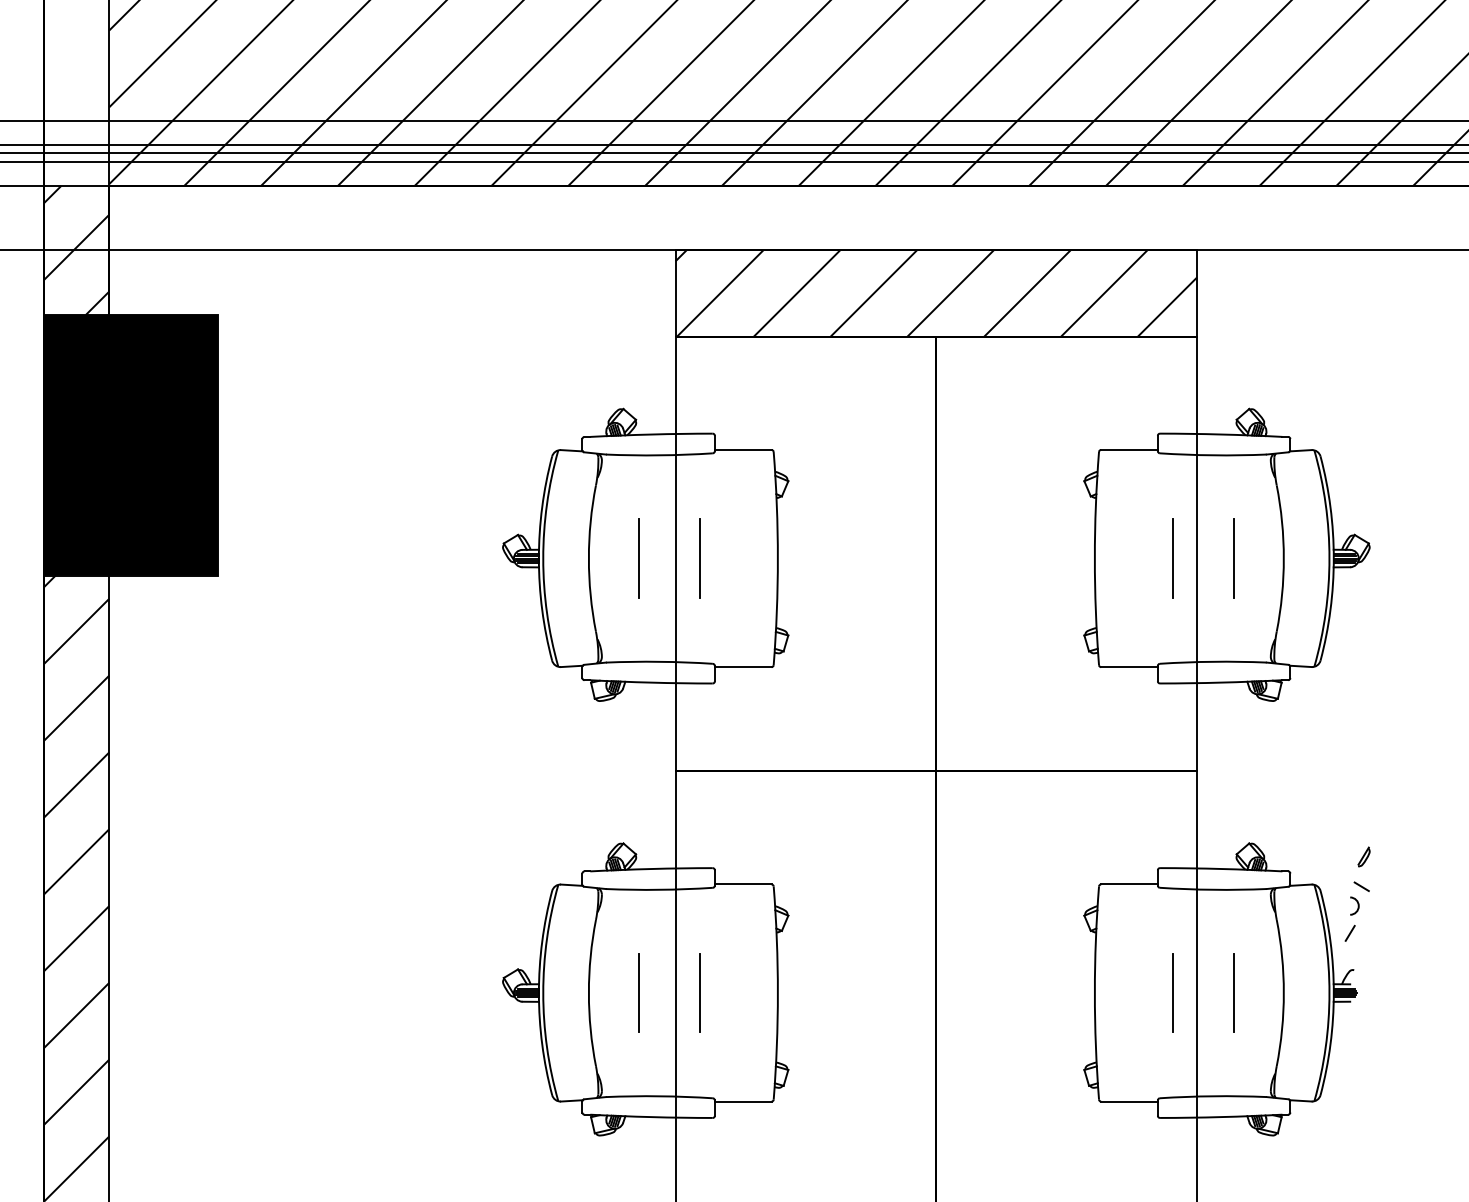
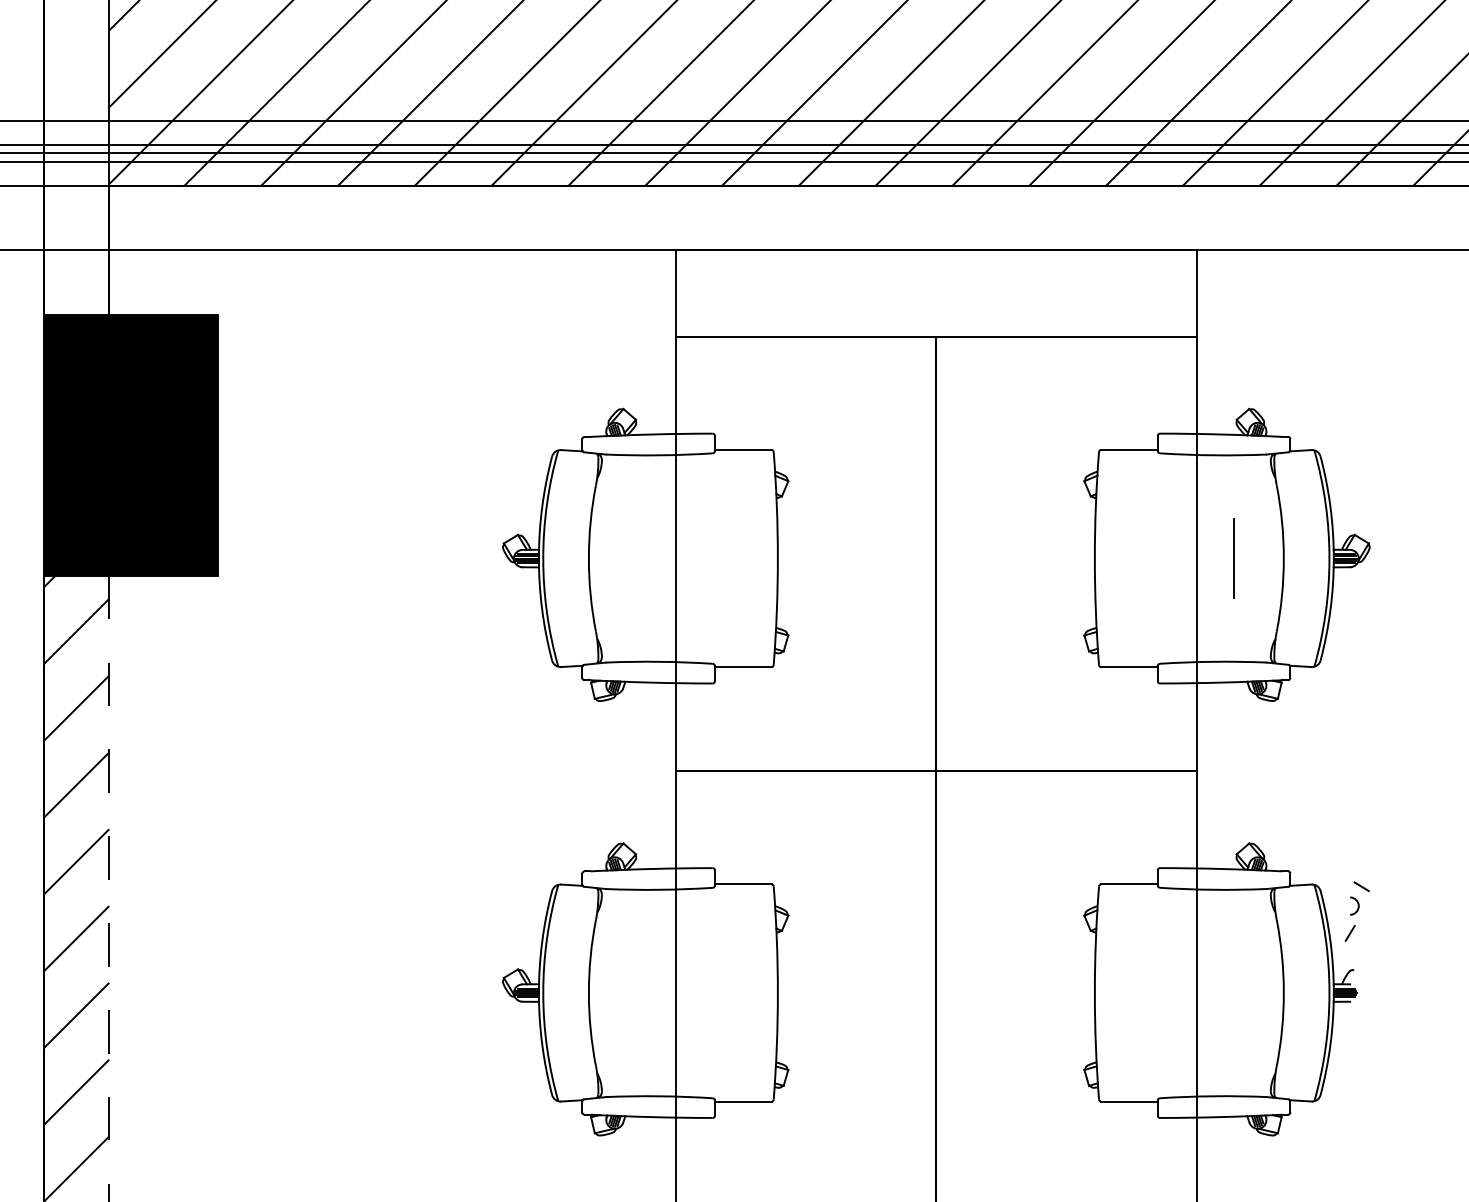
hatch at (76, 249): present -> none
hatch at (936, 292): present -> none
line at (638, 558): present -> none
line at (699, 558): present -> none
line at (1173, 558): present -> none
part at (1363, 856): present -> none
line at (109, 888): solid -> dashed
line at (638, 992): present -> none
line at (699, 992): present -> none
line at (1173, 992): present -> none
line at (1233, 992): present -> none
